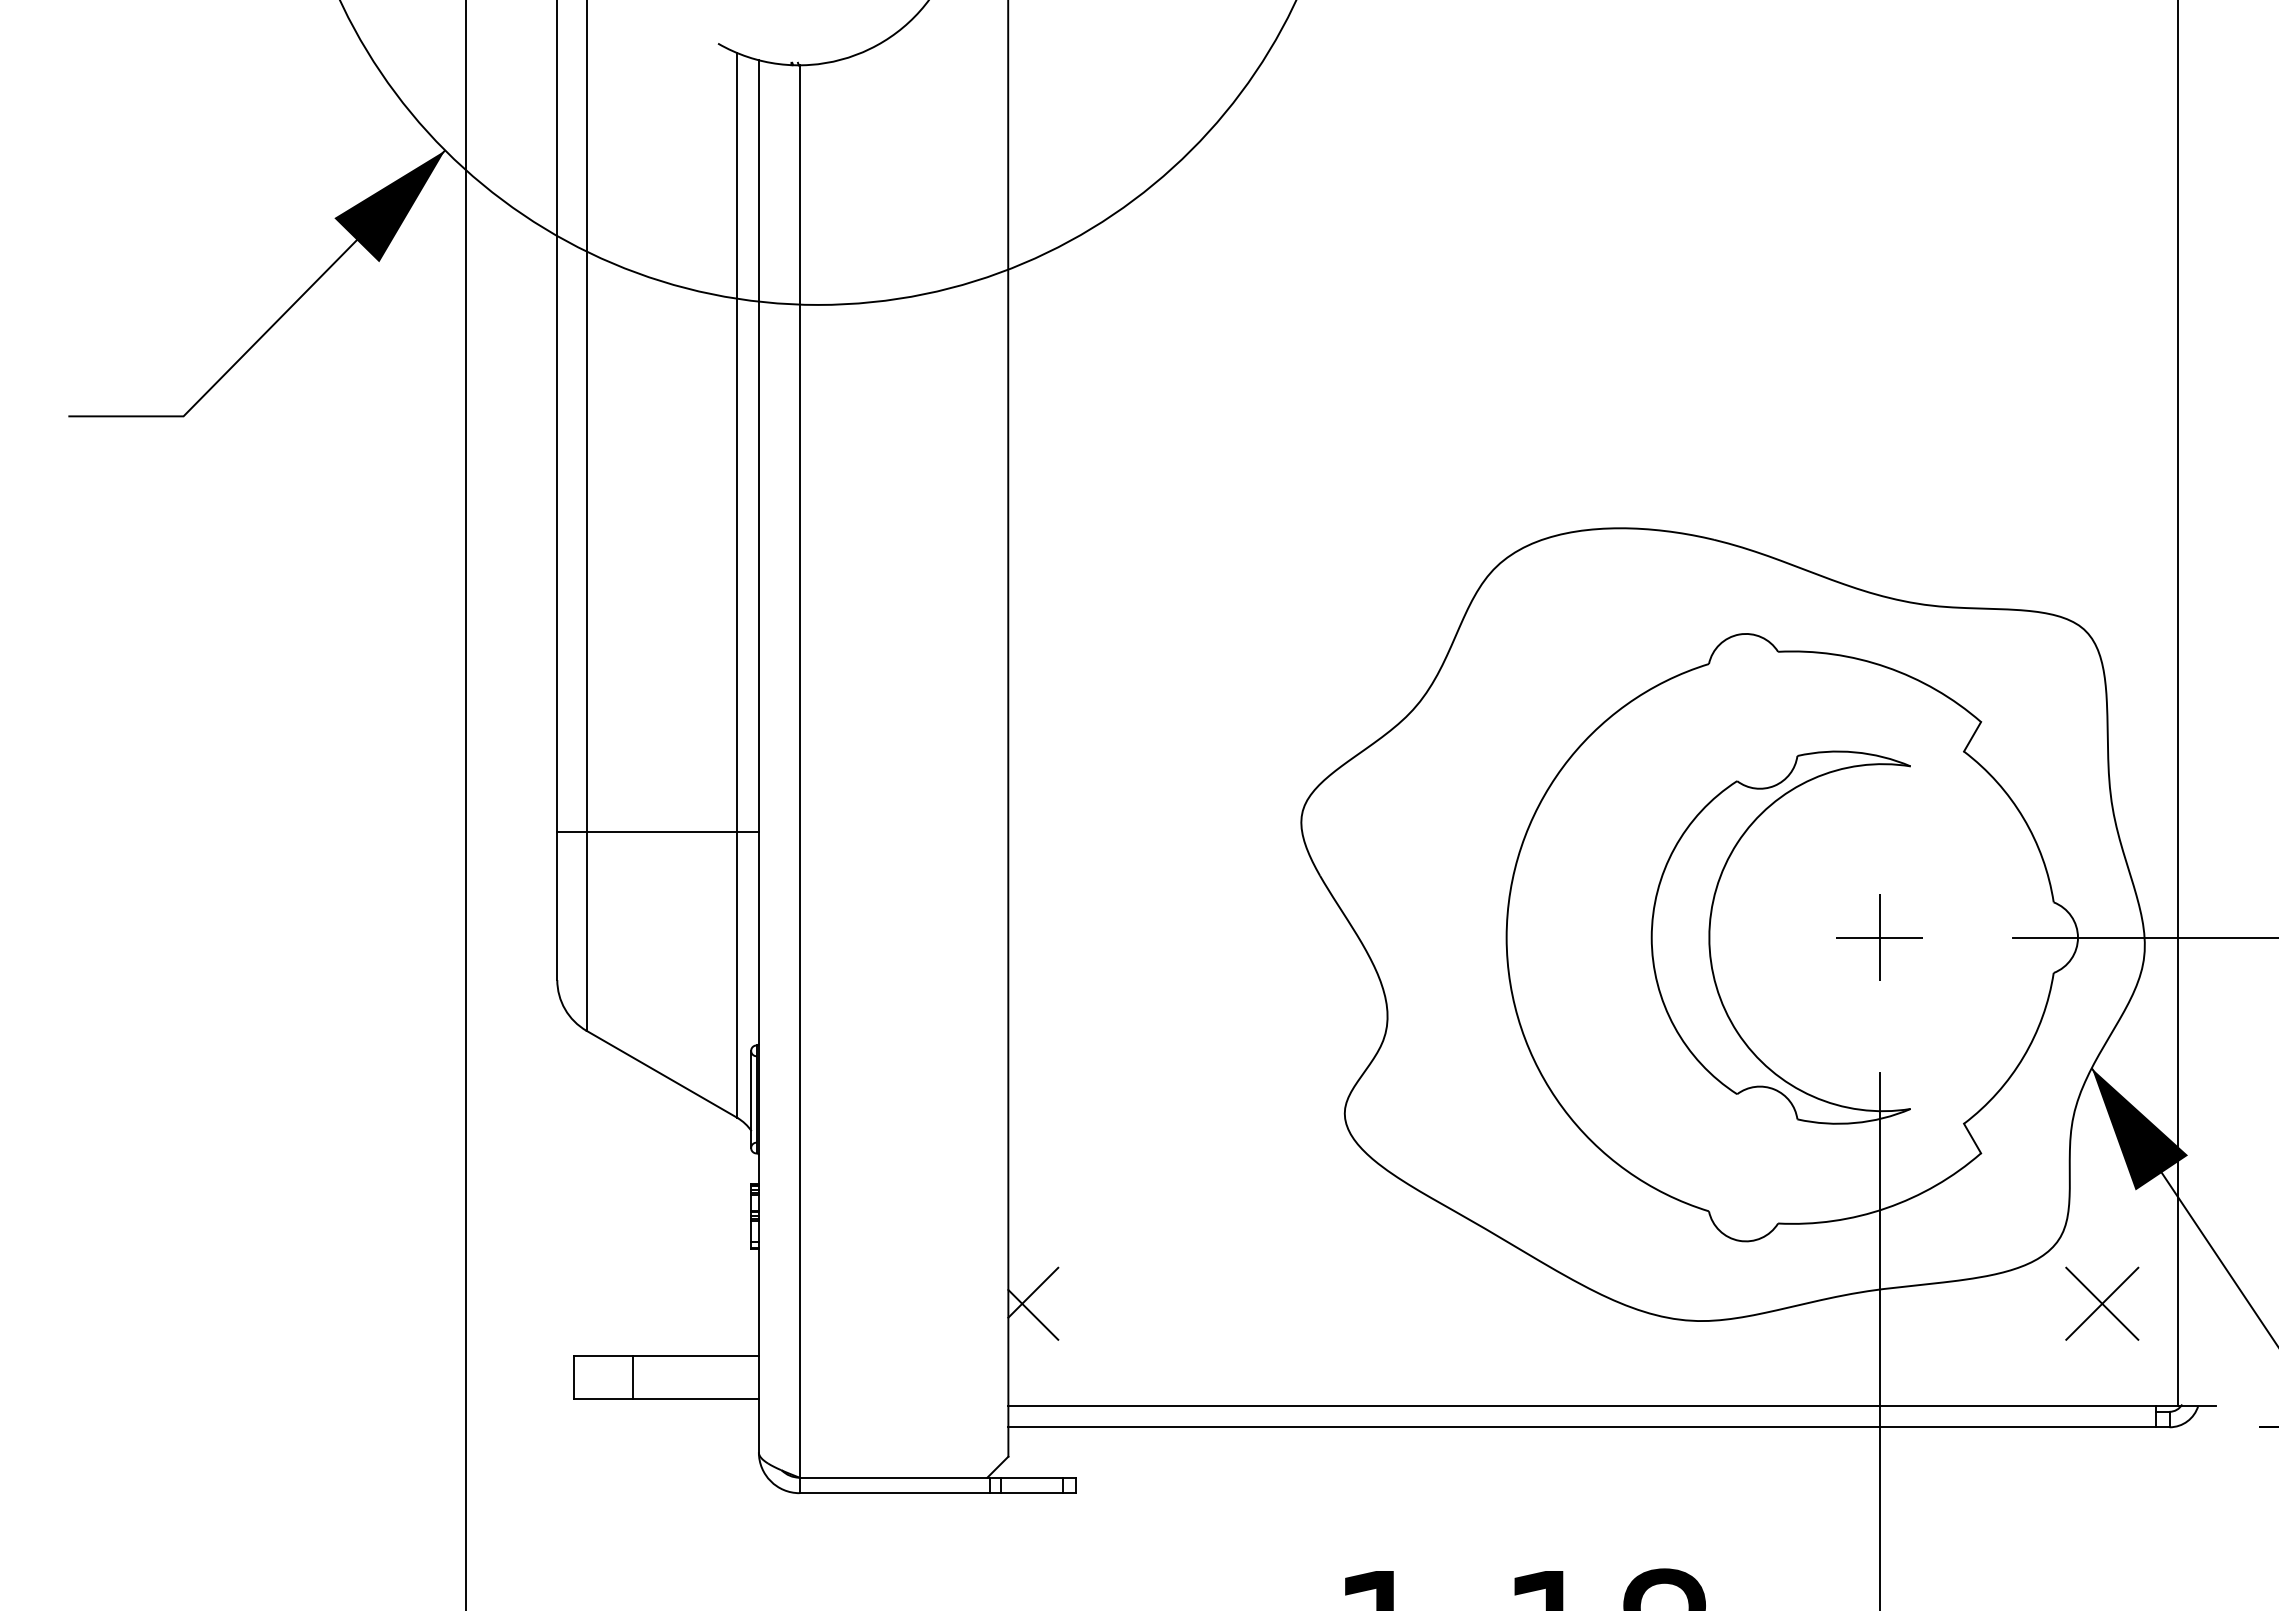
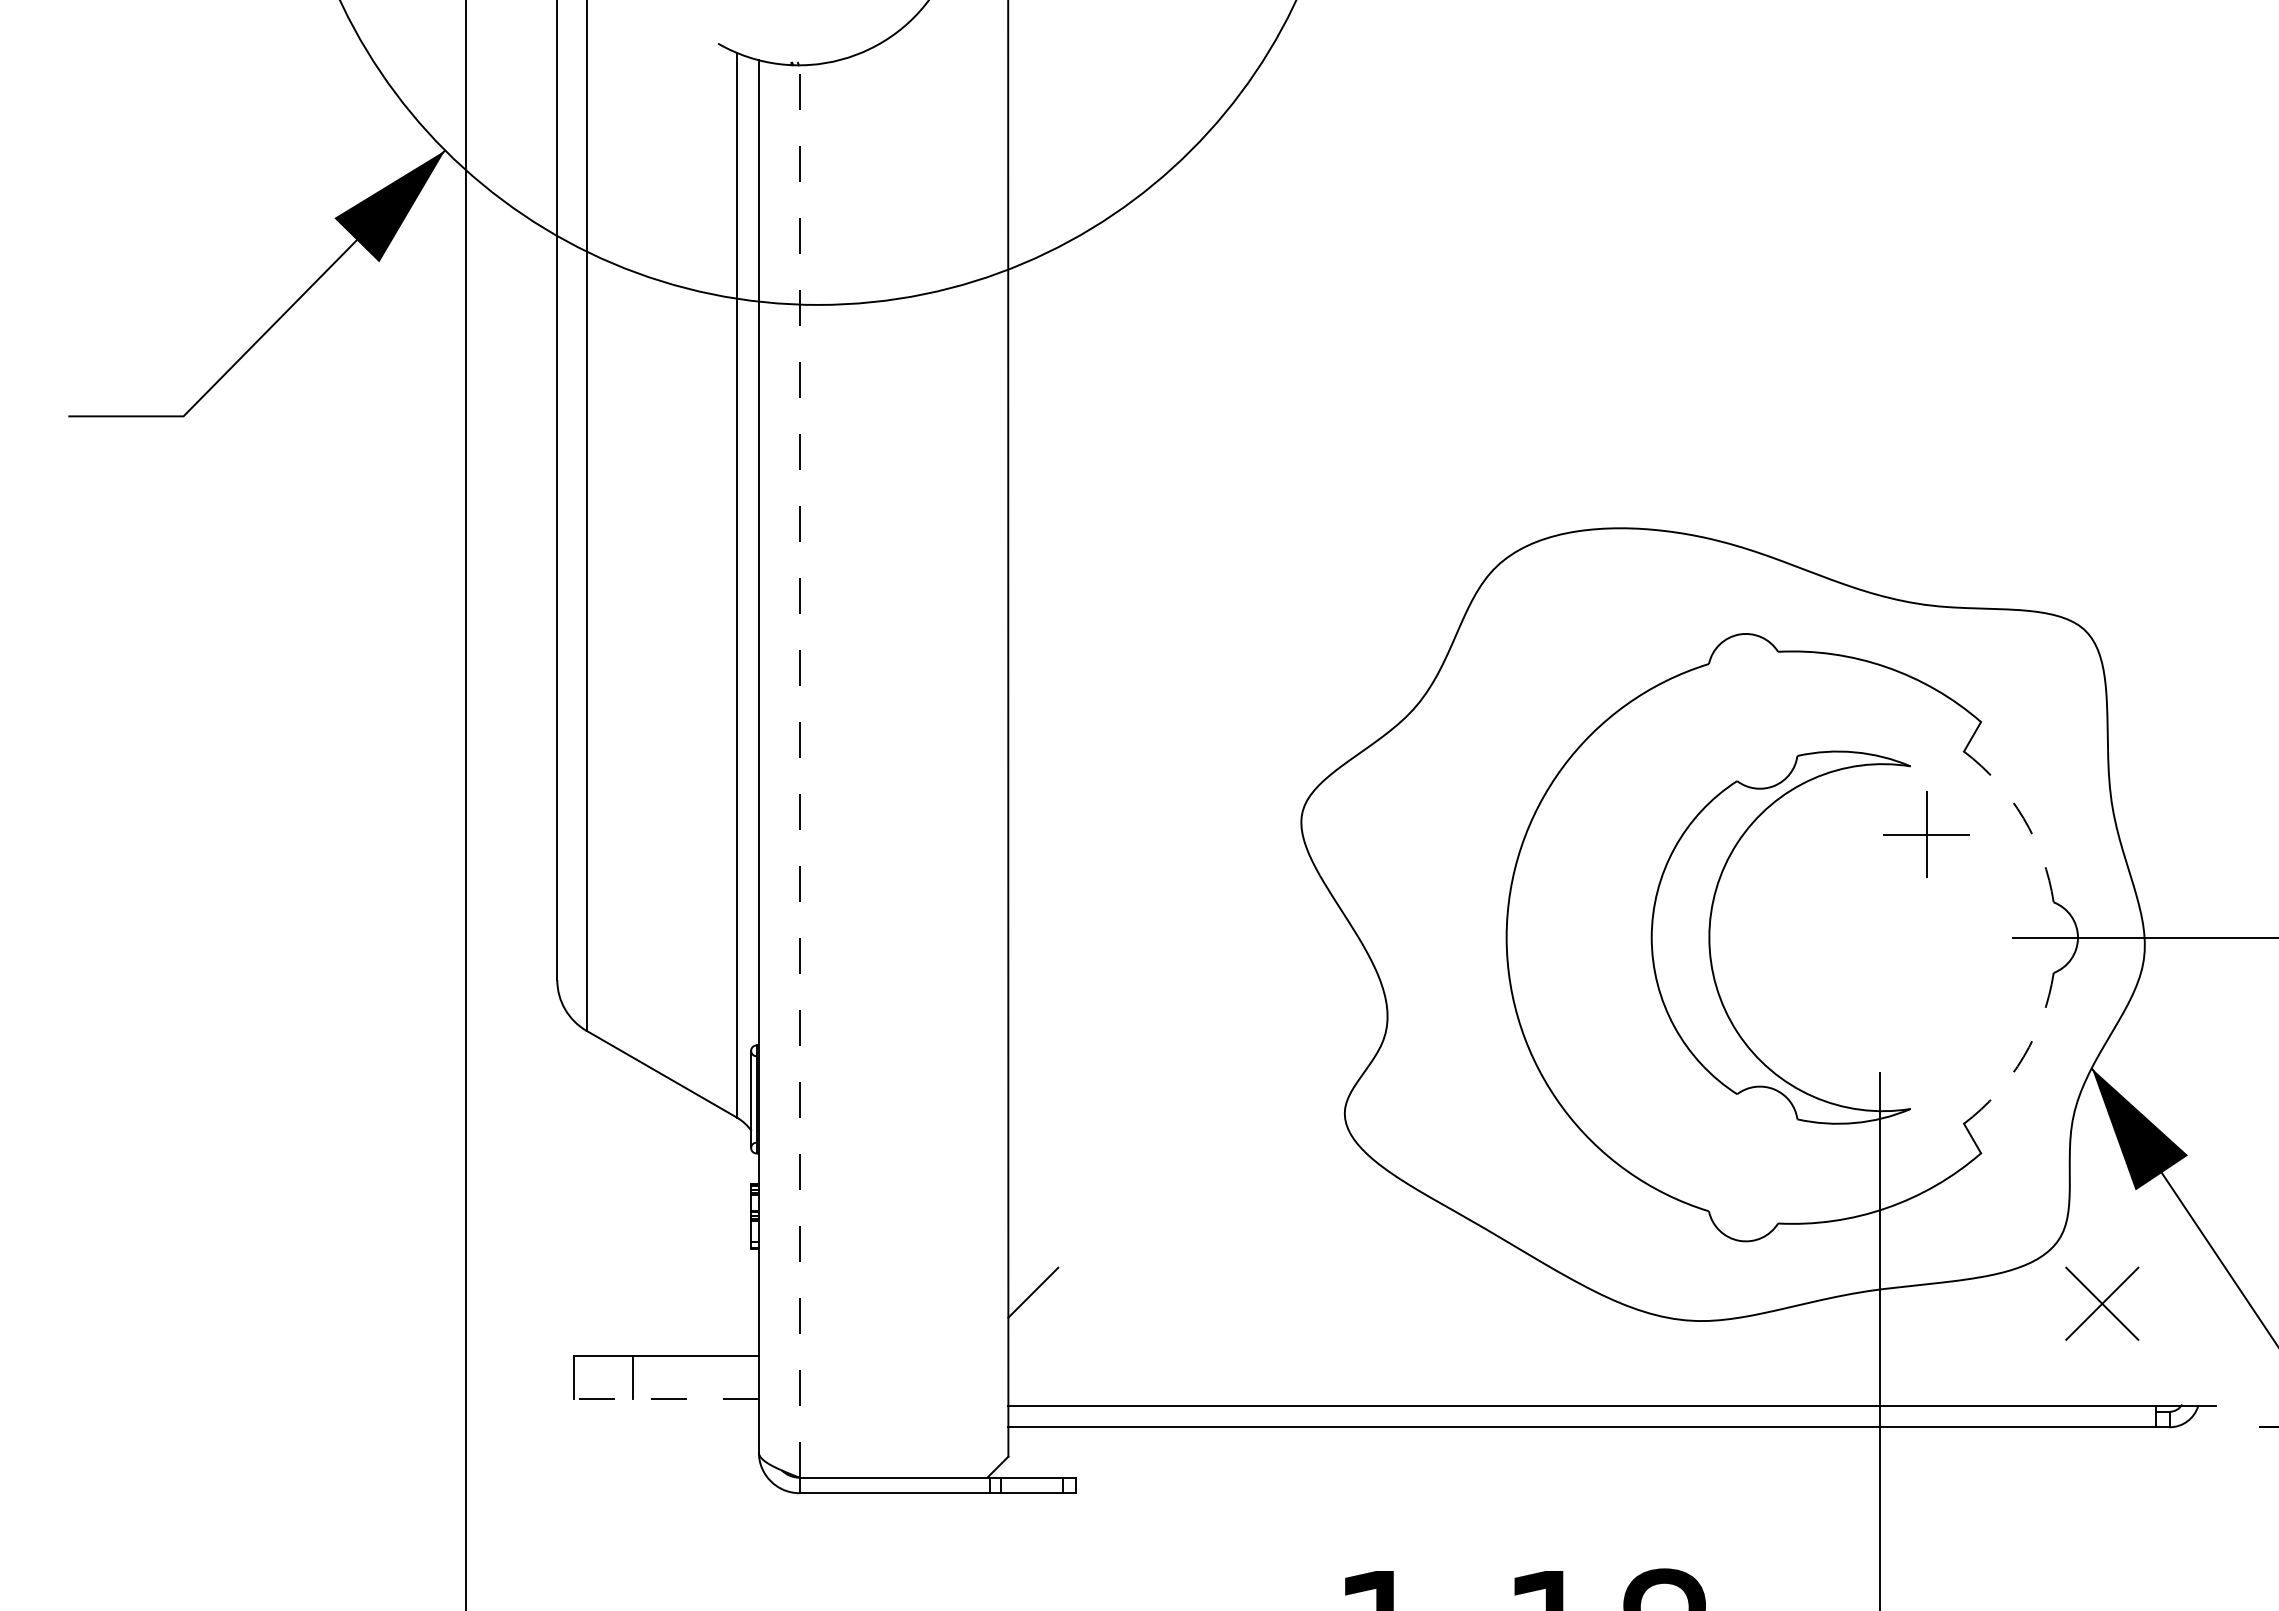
line at (2177, 703): present -> none
line at (799, 771): solid -> dashed
arc at (2023, 818): solid -> dashed
line at (657, 831): present -> none
part at (1879, 937) position: (1879, 937) -> (1926, 834)
arc at (2023, 1057): solid -> dashed
line at (1033, 1314): present -> none
line at (665, 1398): solid -> dashed
